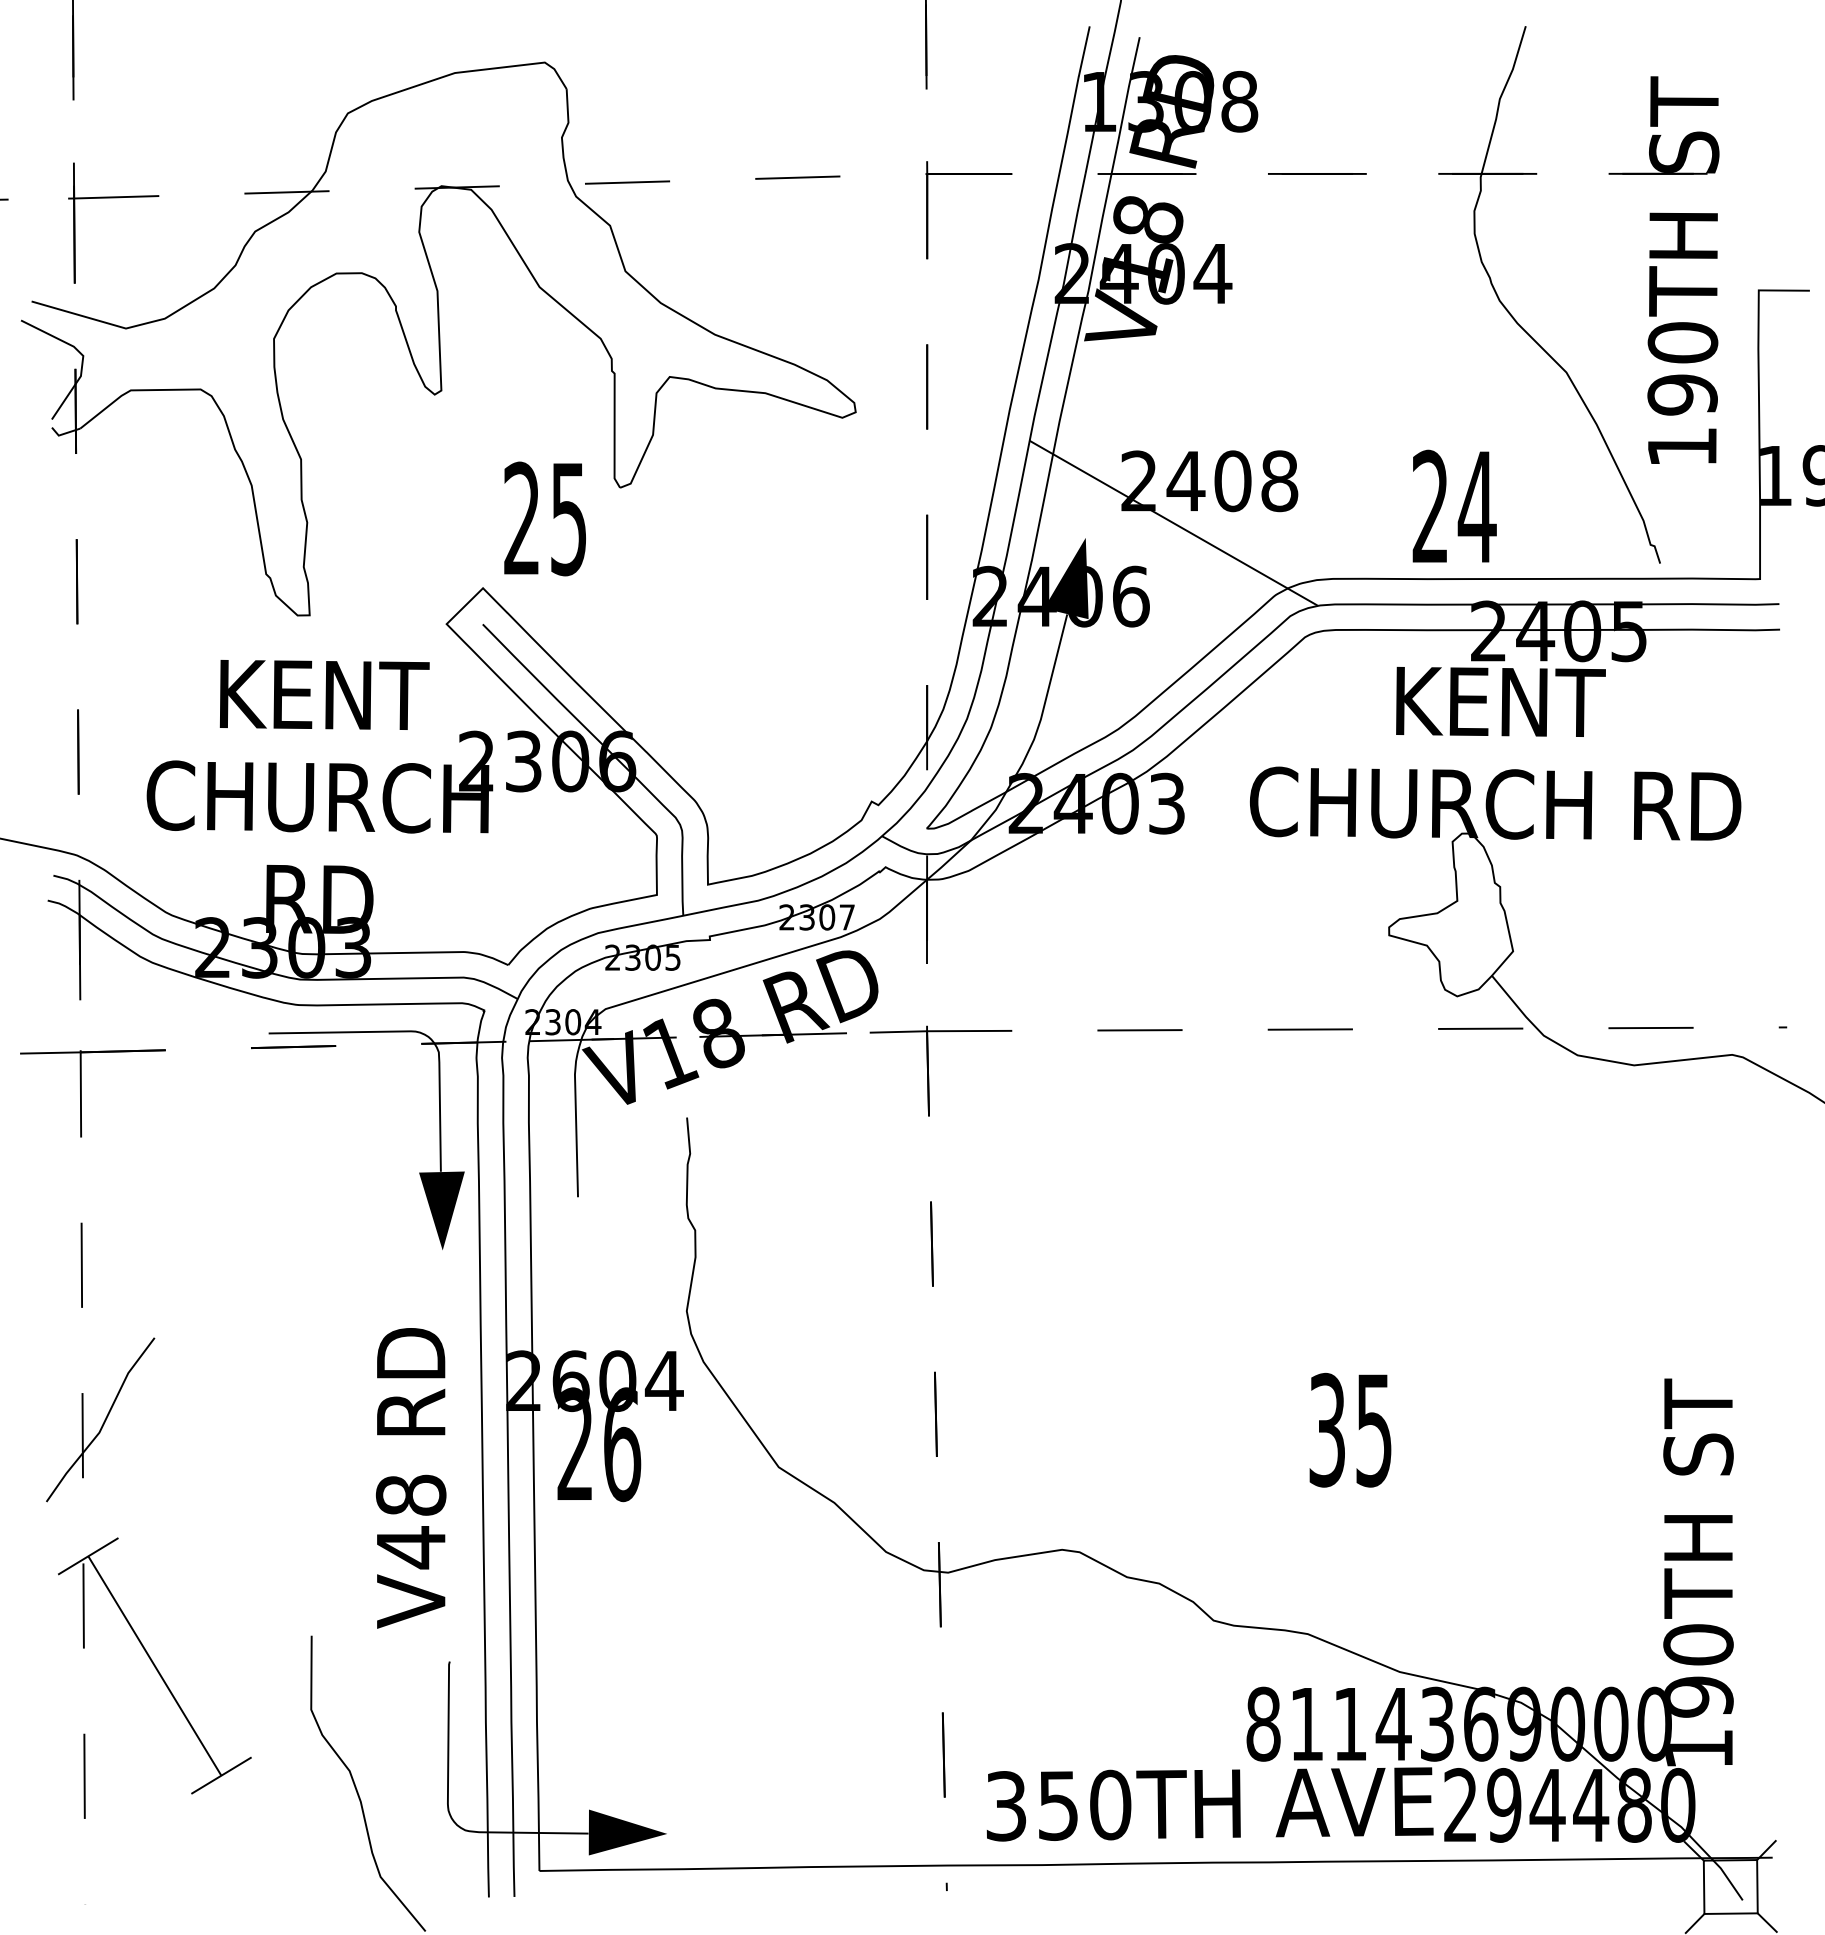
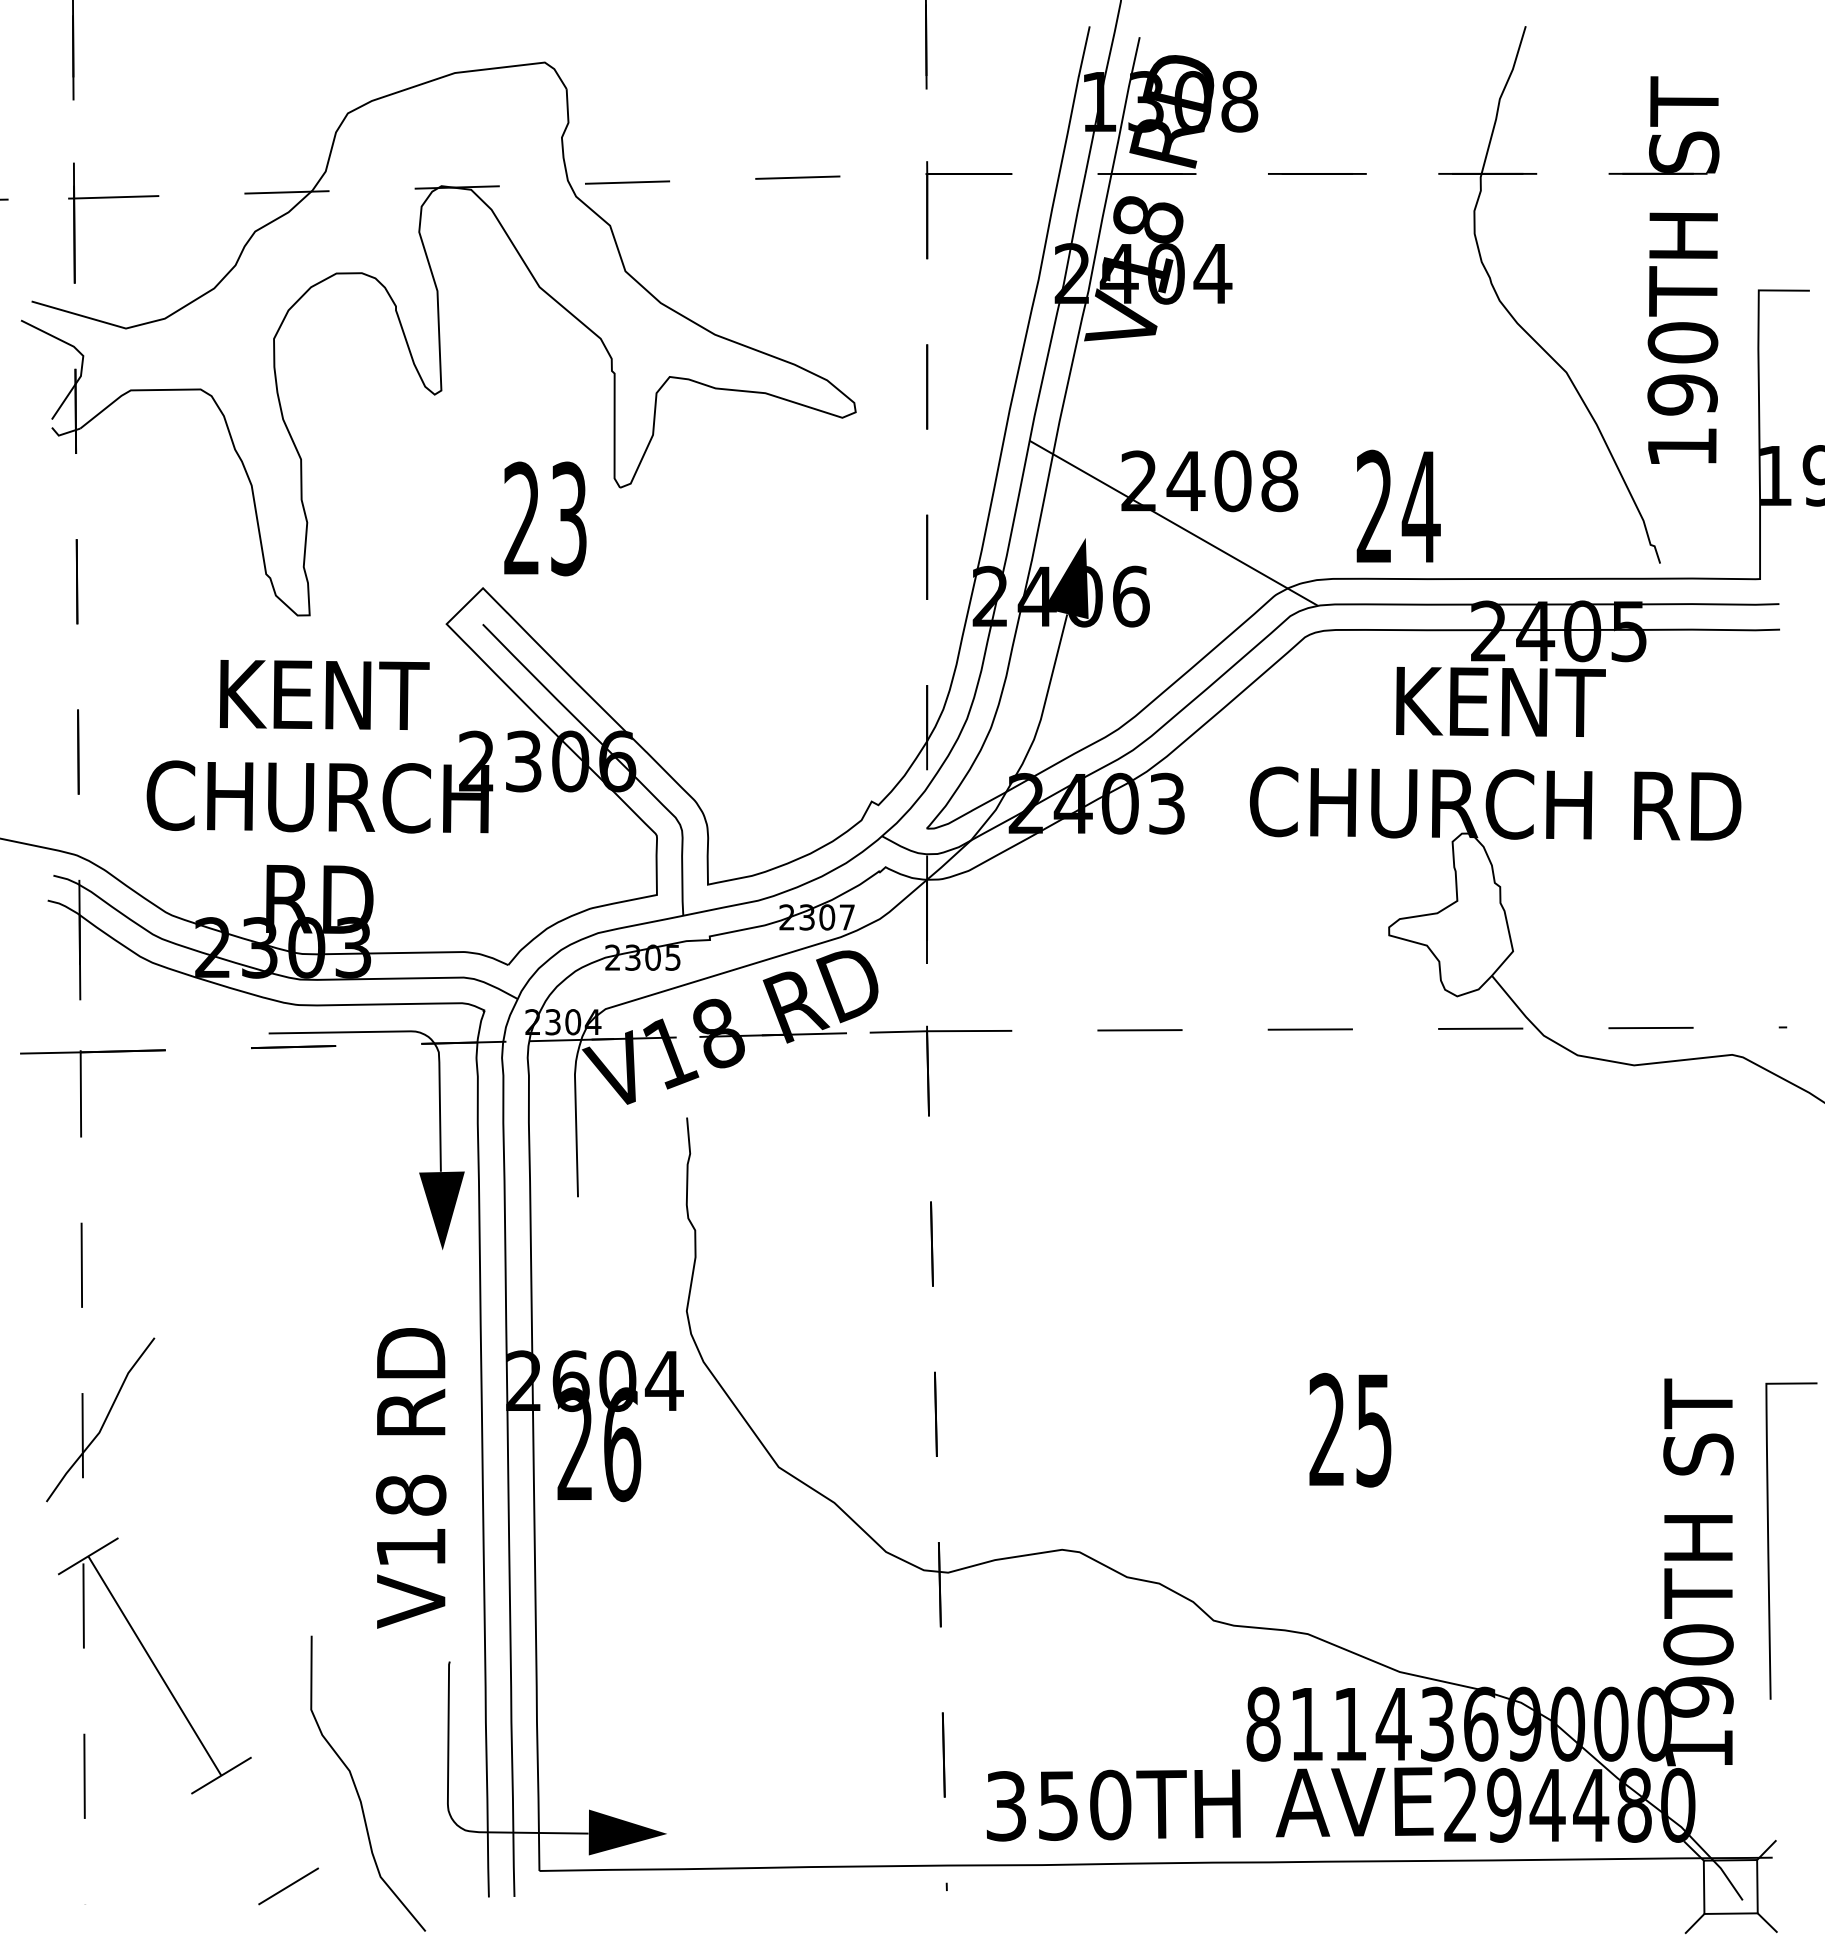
text at (1454, 505) position: (1454, 505) -> (1398, 505)
text at (568, 518): 25 -> 23
text at (1326, 1430): 35 -> 25
curve at (1769, 1540): none -> present
text at (411, 1547): V48 -> V18
line at (288, 1886): none -> present
